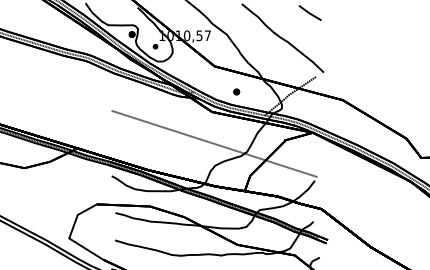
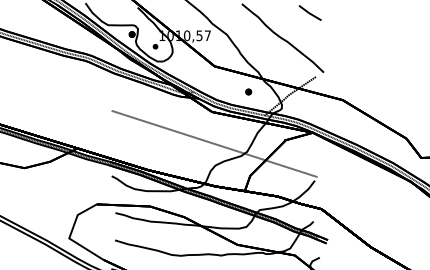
part at (236, 91) position: (236, 91) -> (248, 91)
